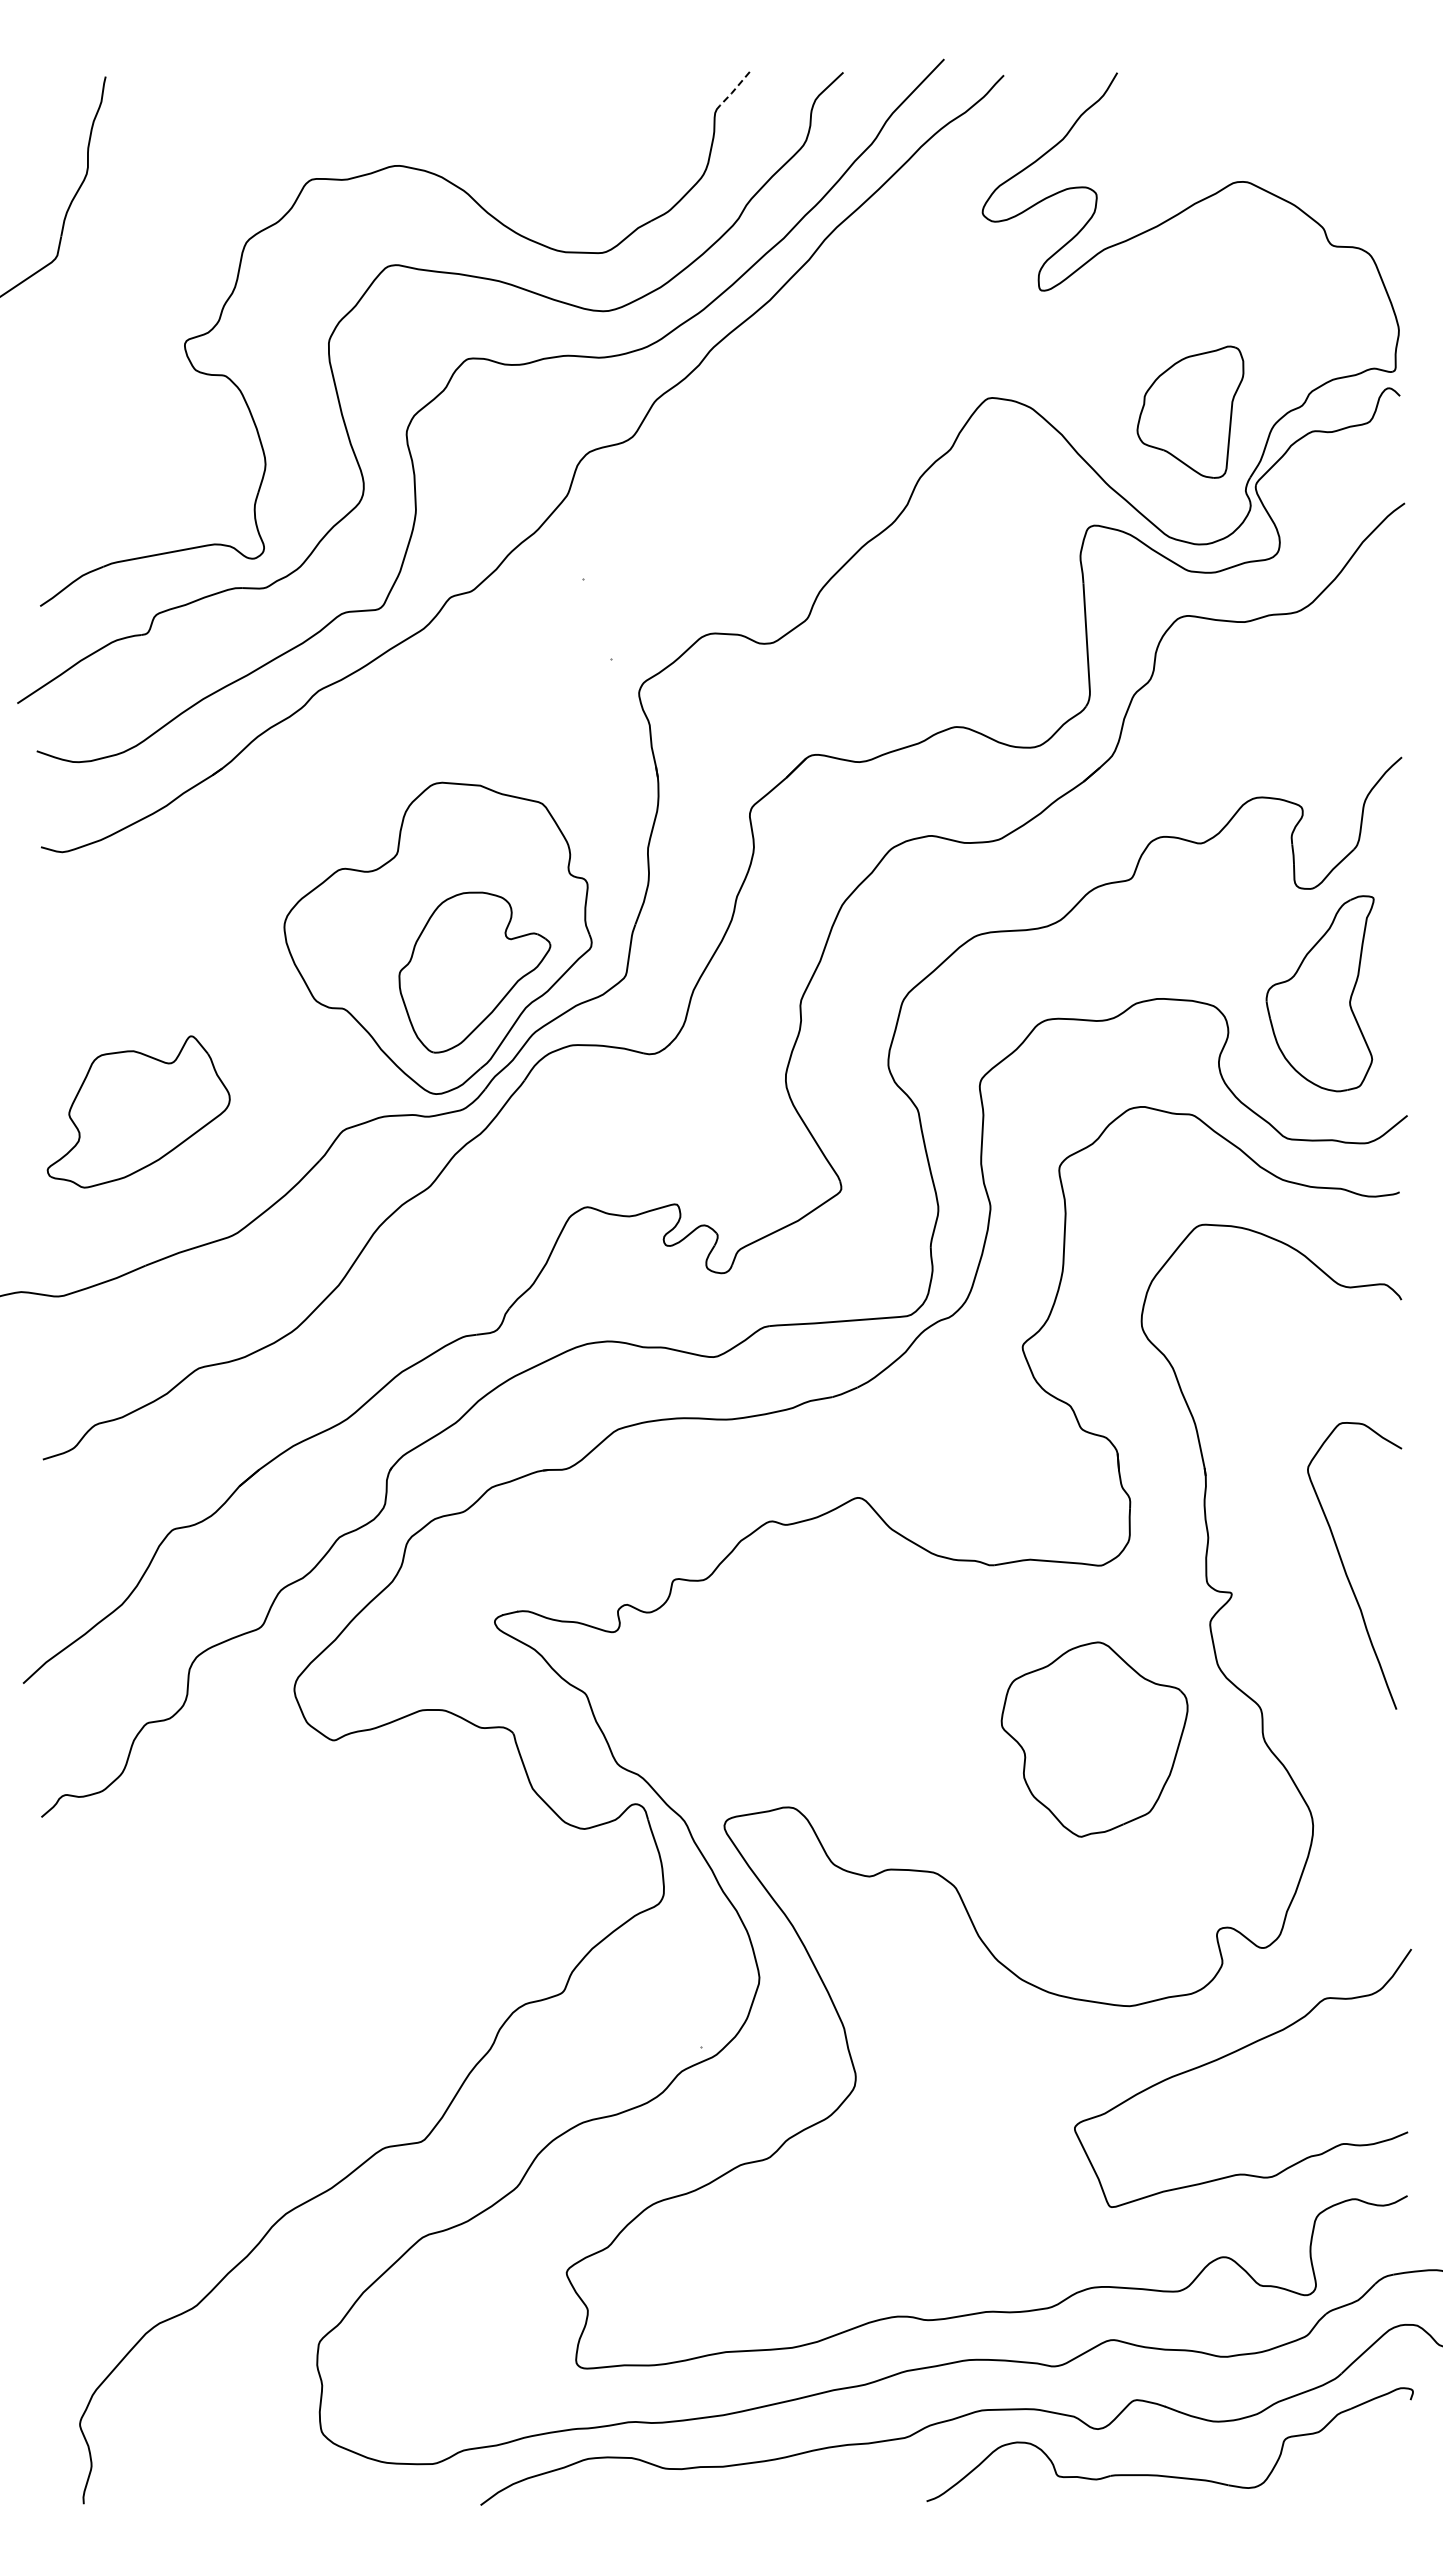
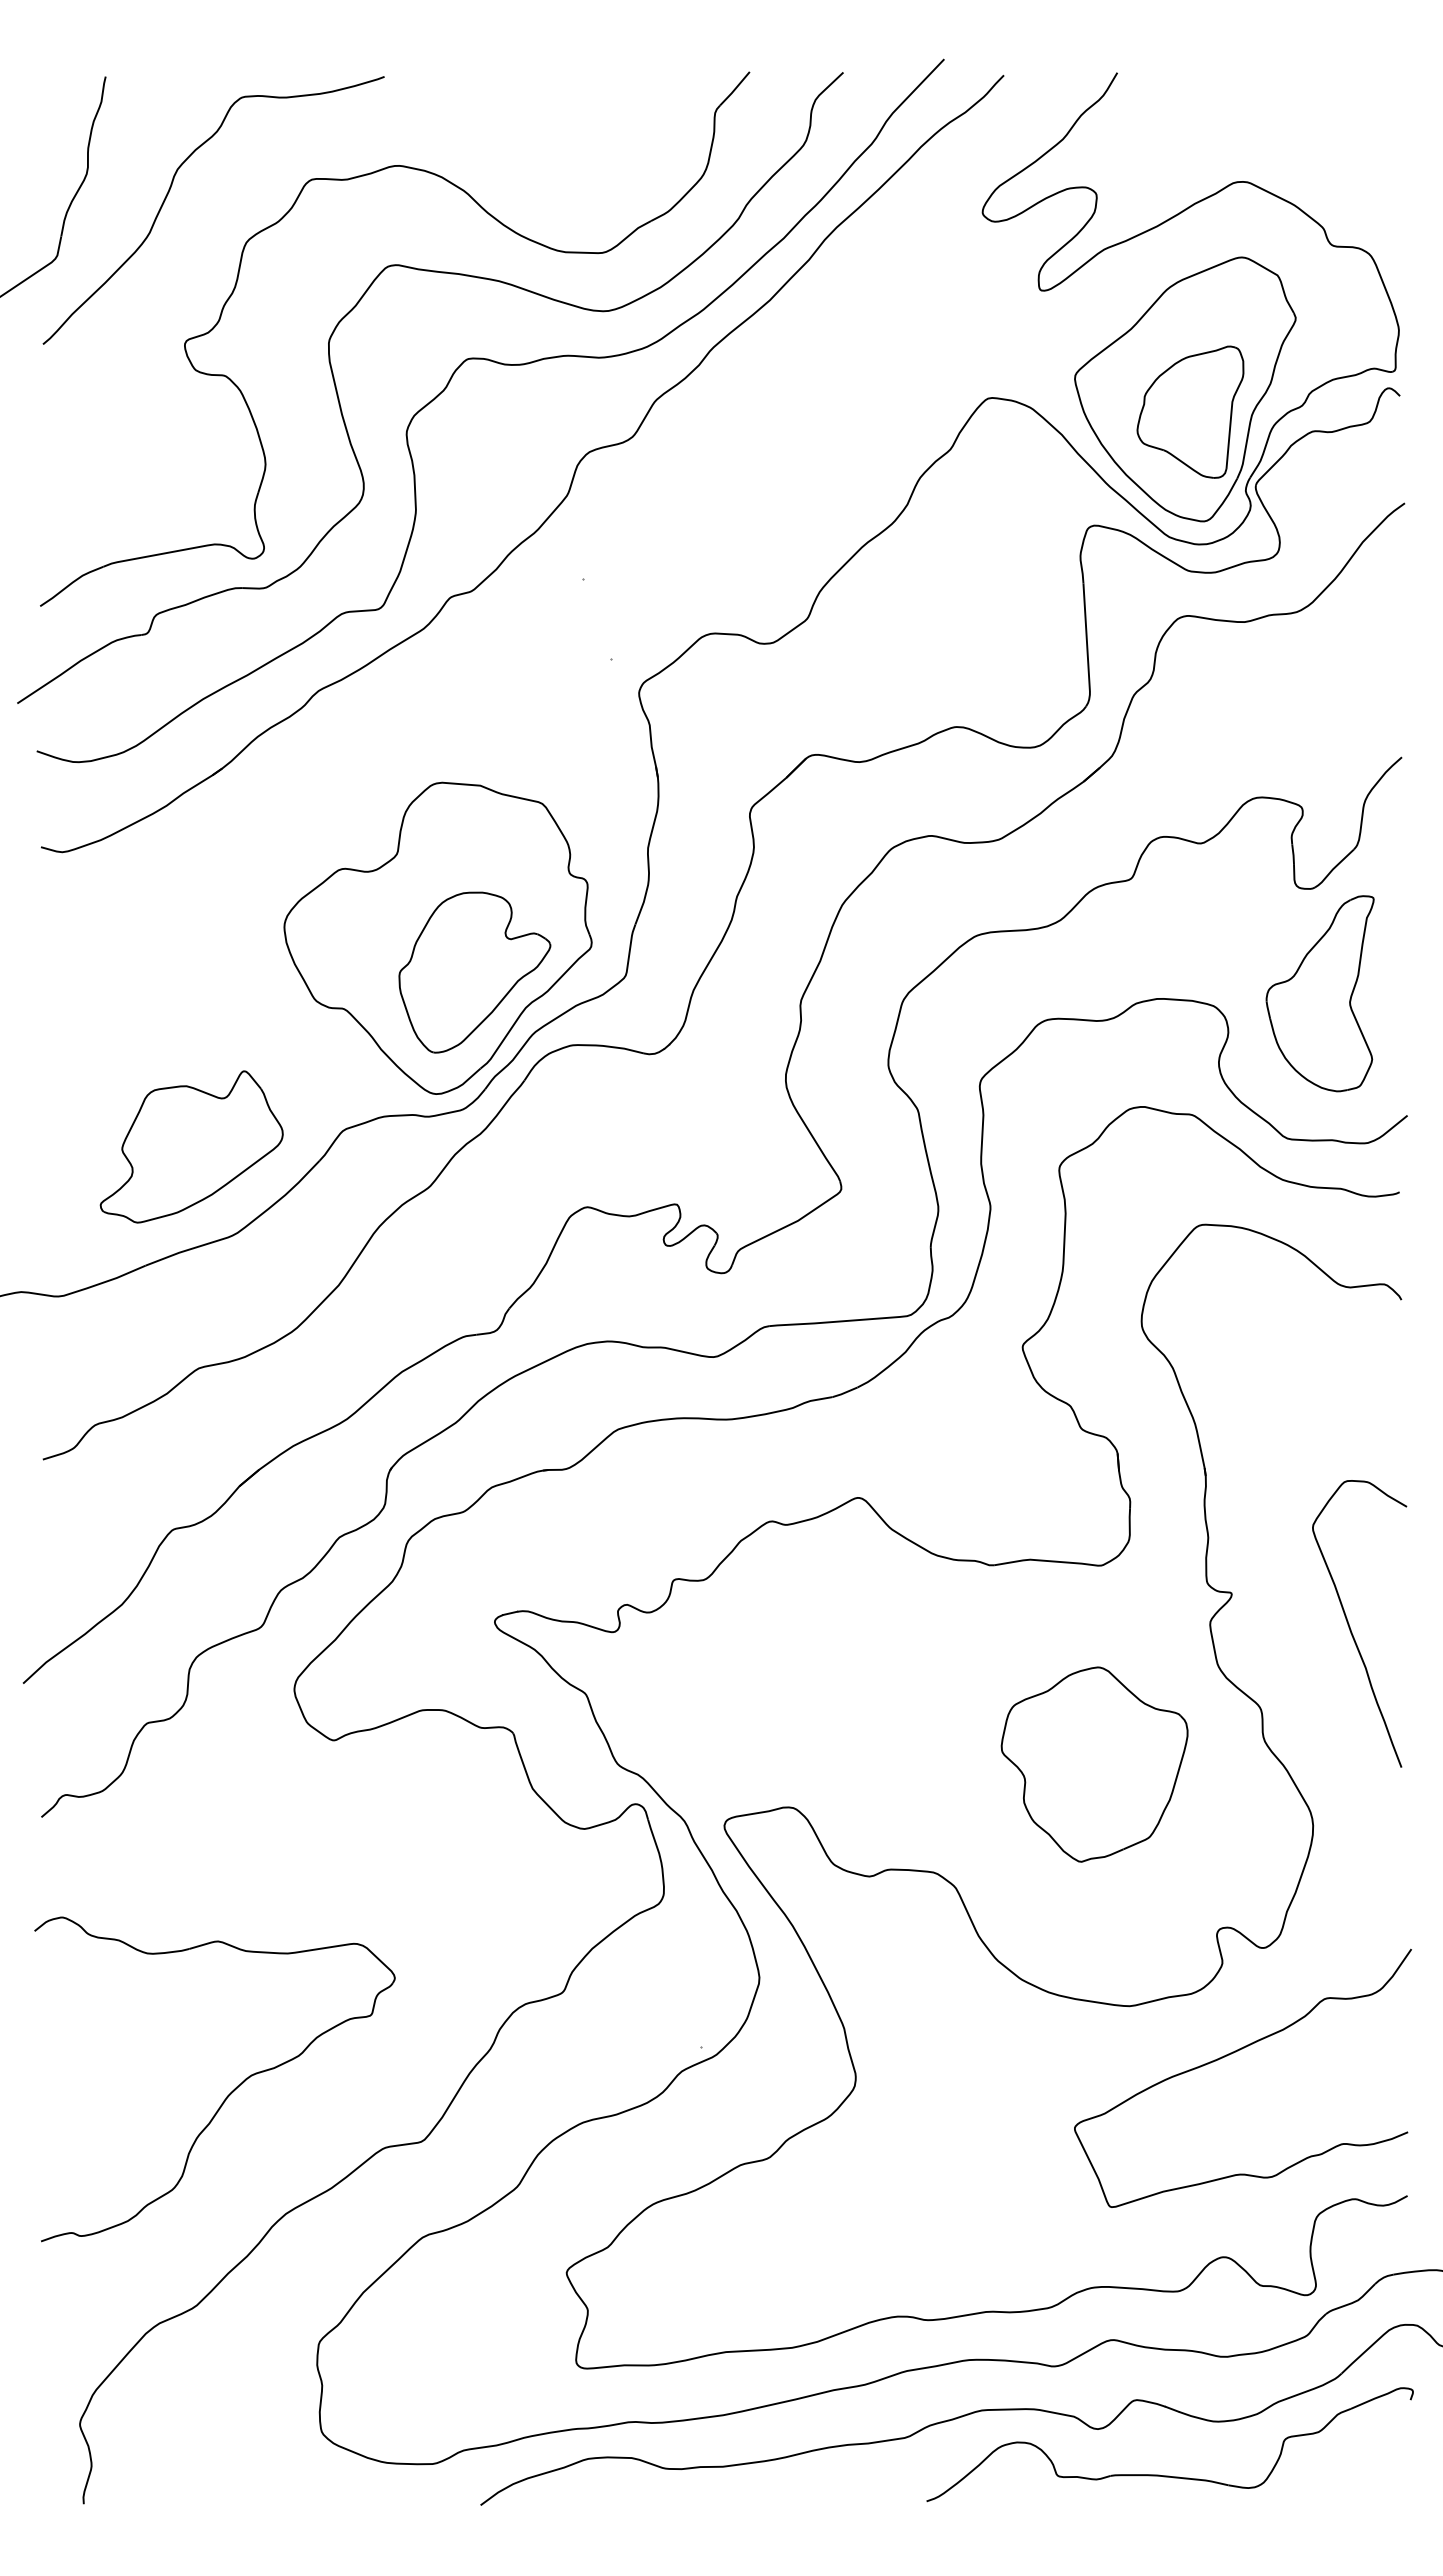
line at (734, 89): dashed -> solid
curve at (170, 190): none -> present
part at (1185, 389): none -> present
part at (138, 1111) position: (138, 1111) -> (191, 1146)
curve at (1345, 1568) position: (1345, 1568) -> (1350, 1626)
part at (1094, 1739) position: (1094, 1739) -> (1094, 1764)
part at (229, 2093): none -> present
